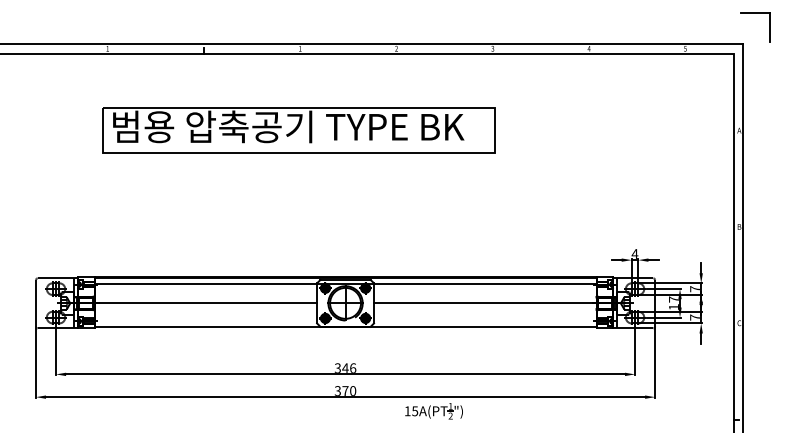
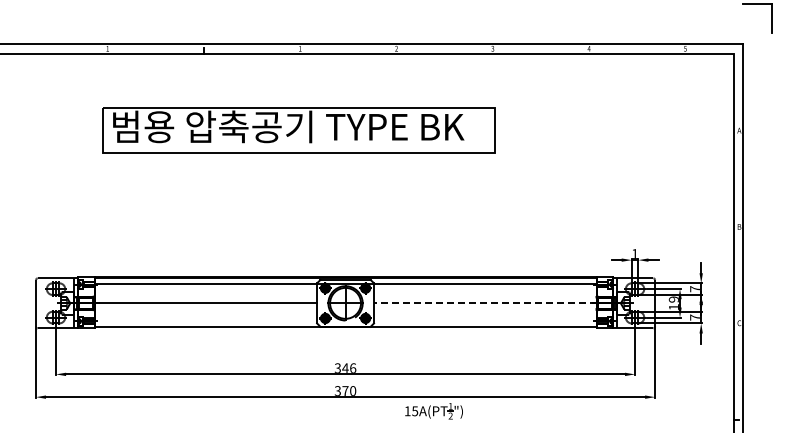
part at (755, 13) position: (755, 13) -> (757, 4)
text at (634, 253): 4 -> 1
text at (673, 299): 17 -> 19
line at (484, 303): solid -> dashed
